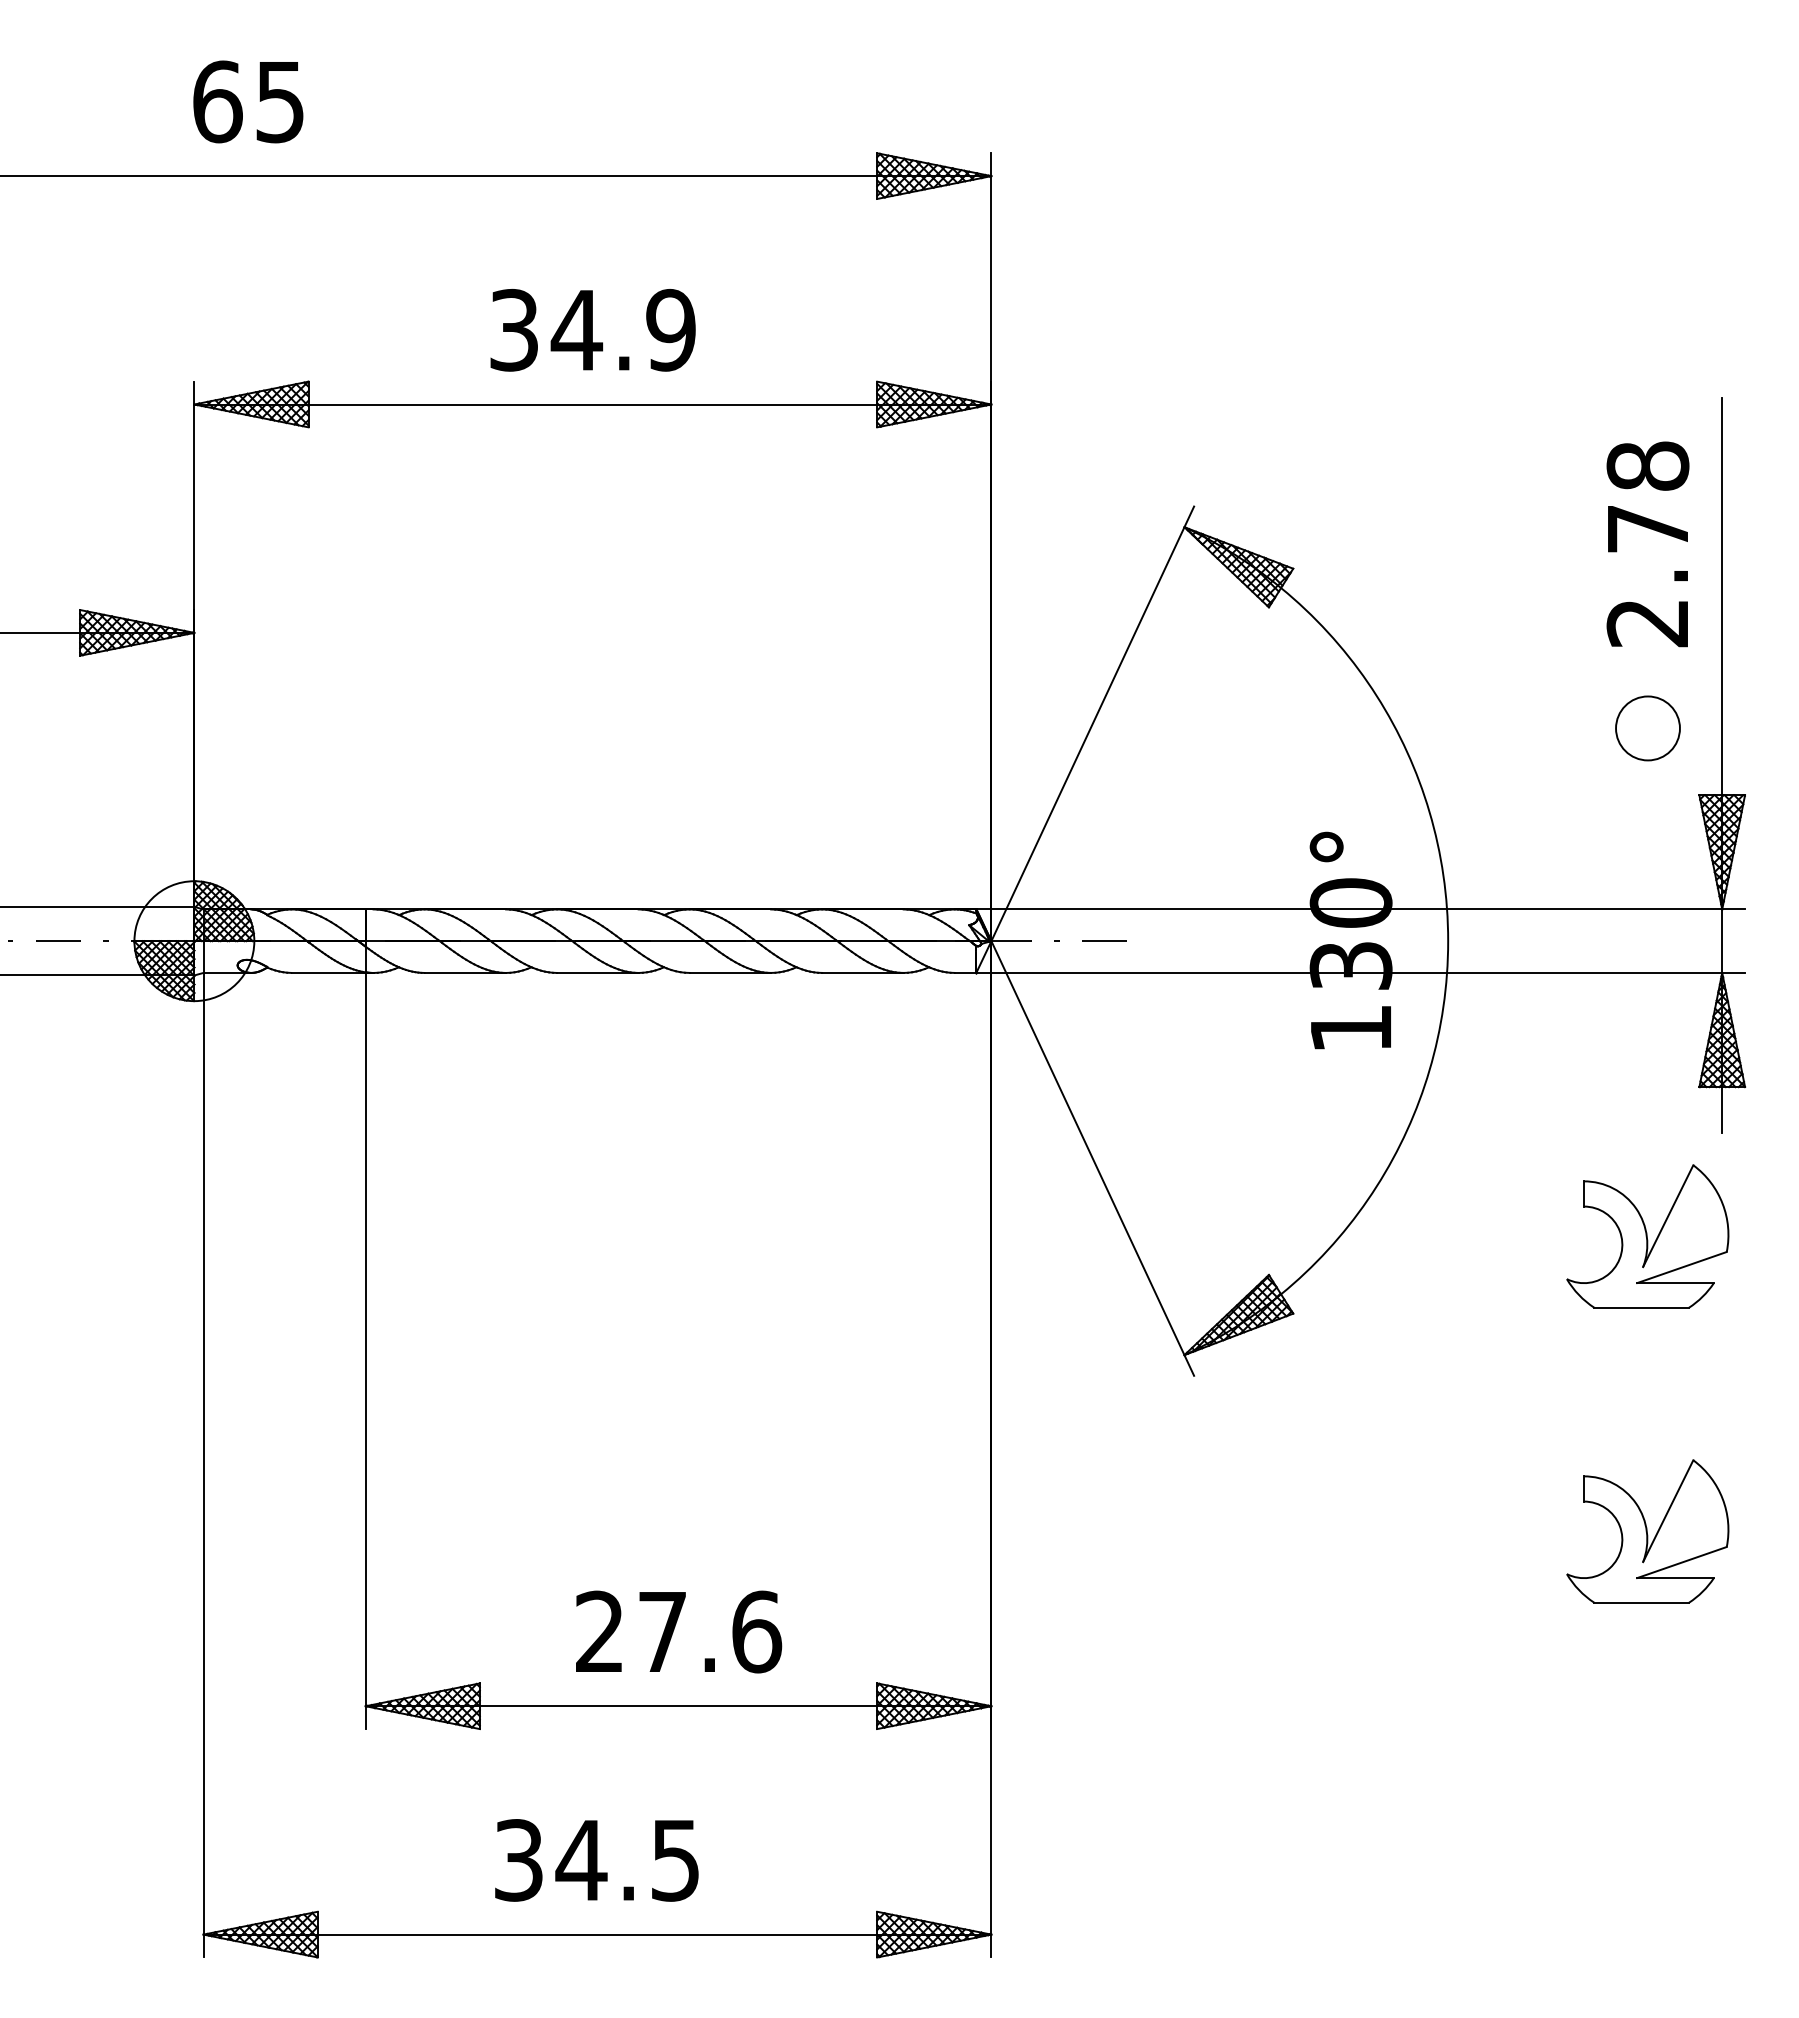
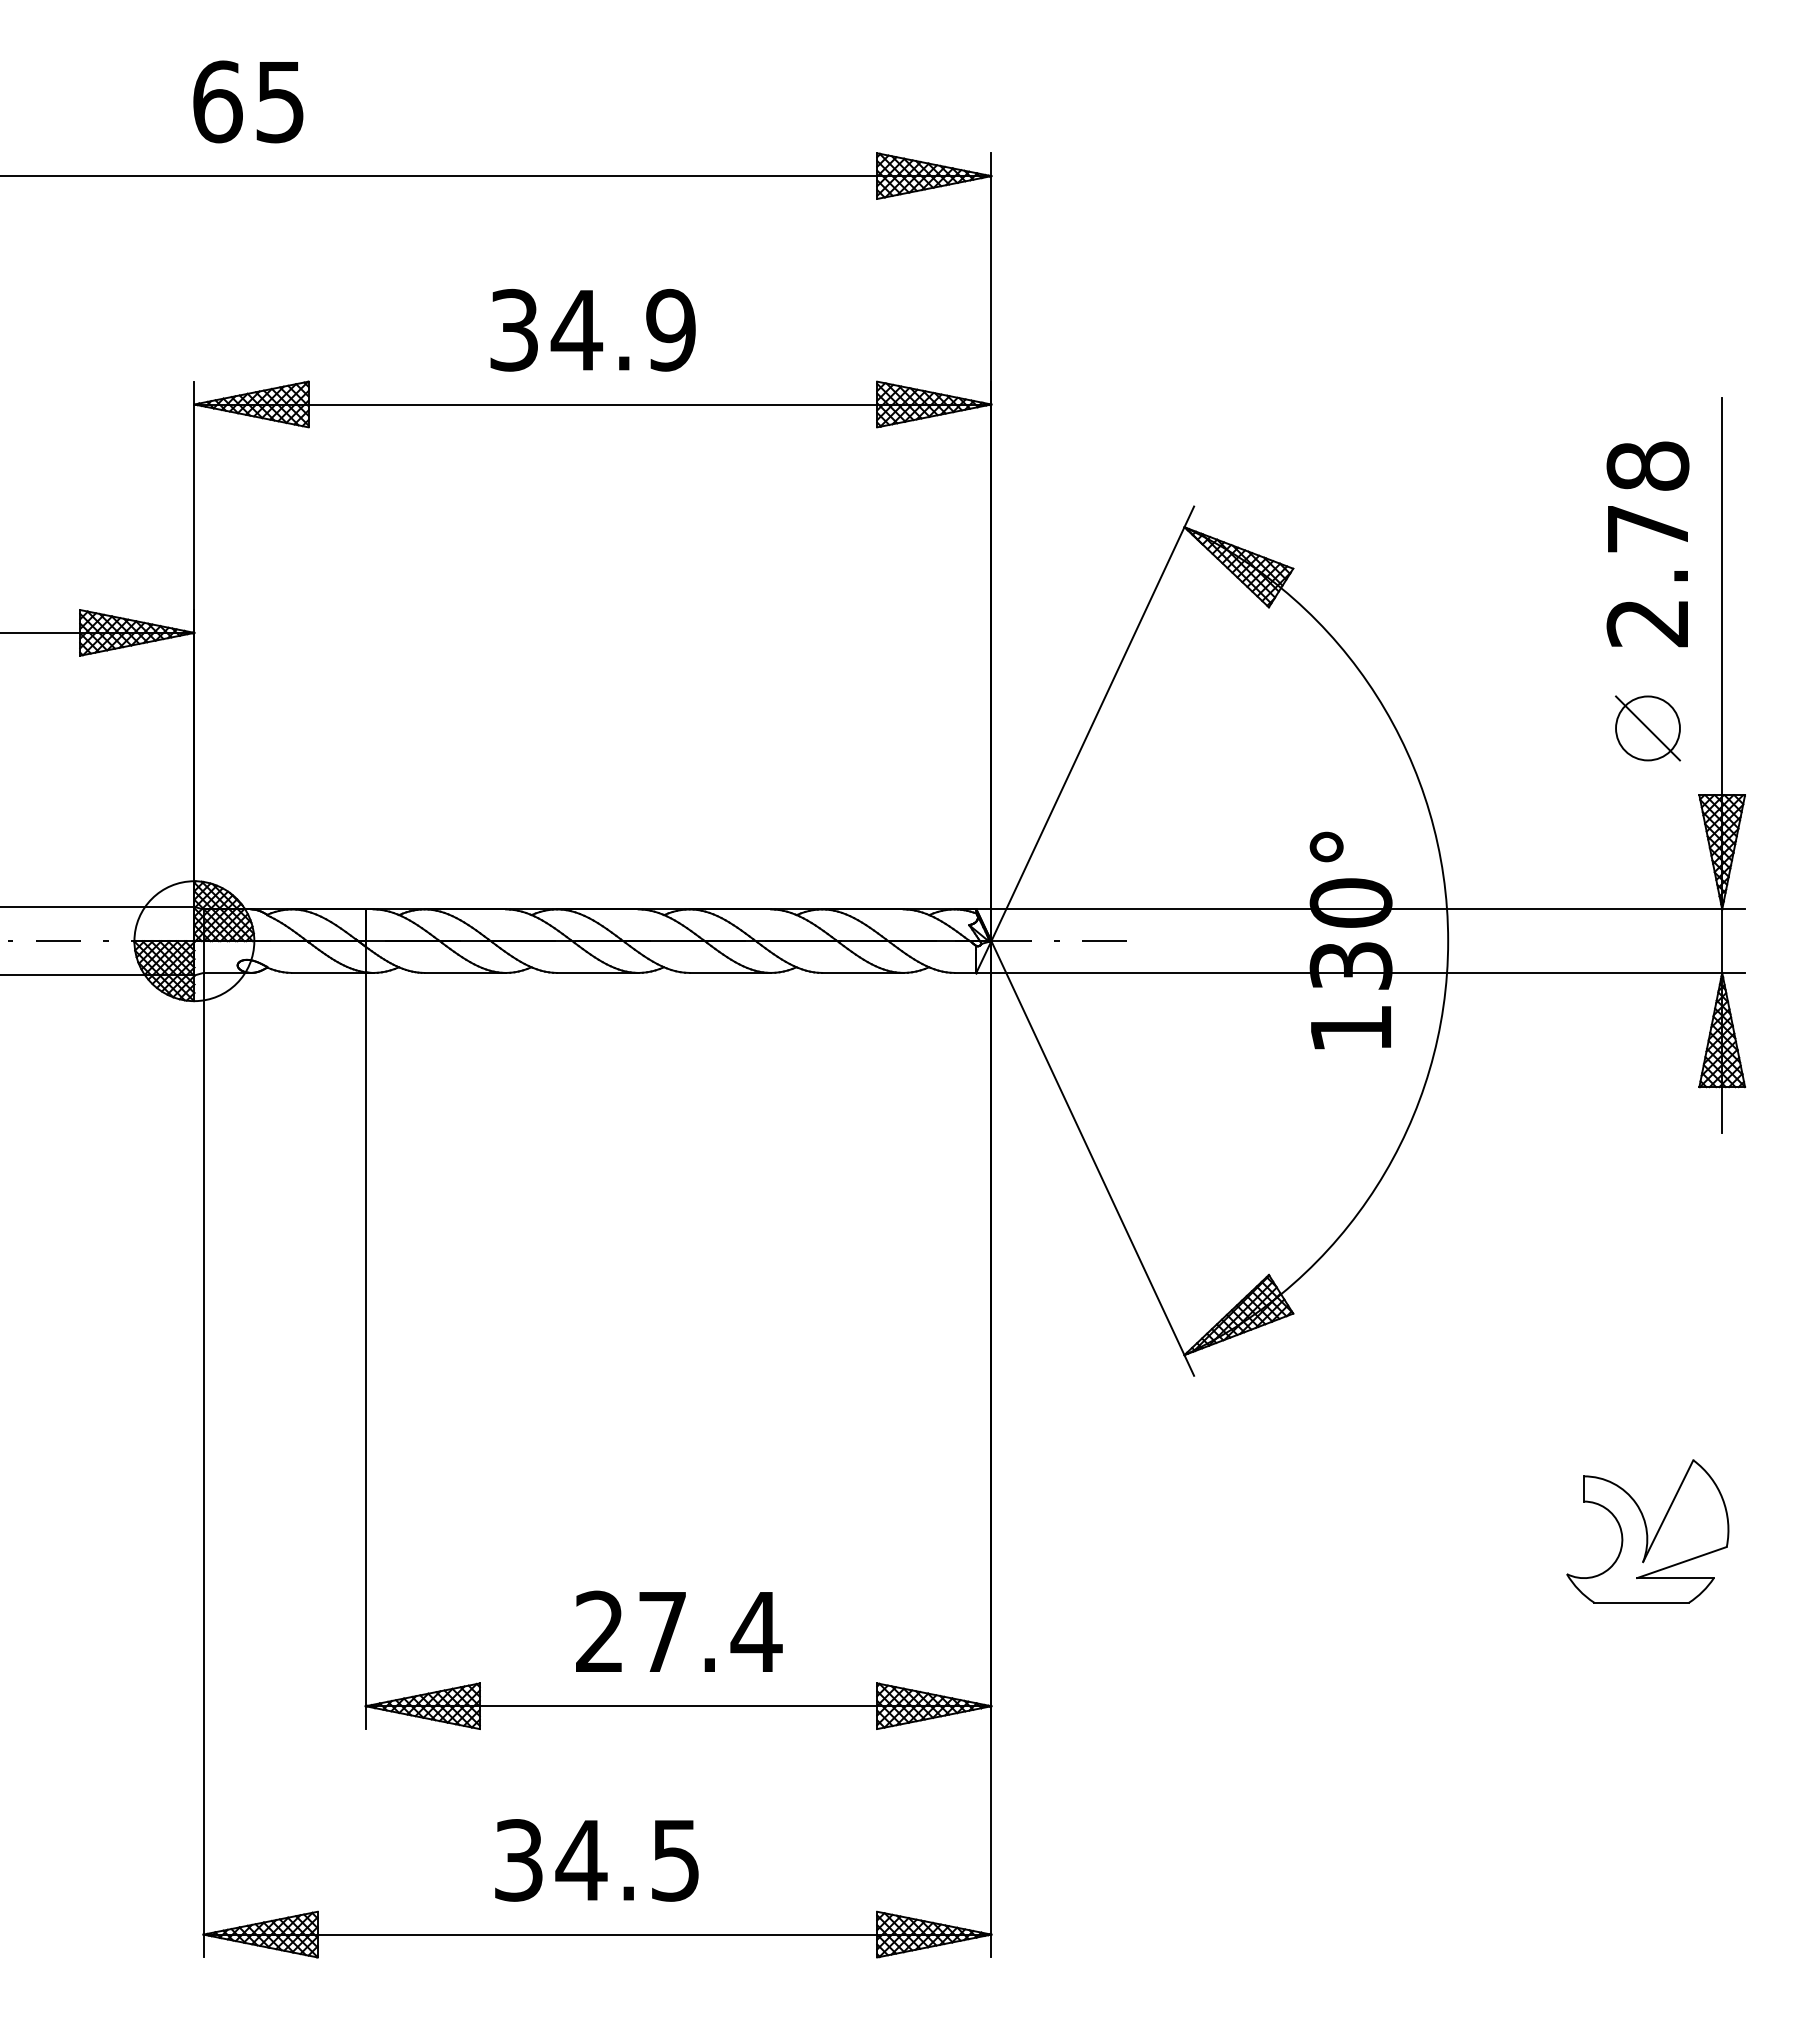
line at (1647, 728): none -> present
part at (1647, 1236): present -> none
text at (756, 1631): 27.6 -> 27.4
